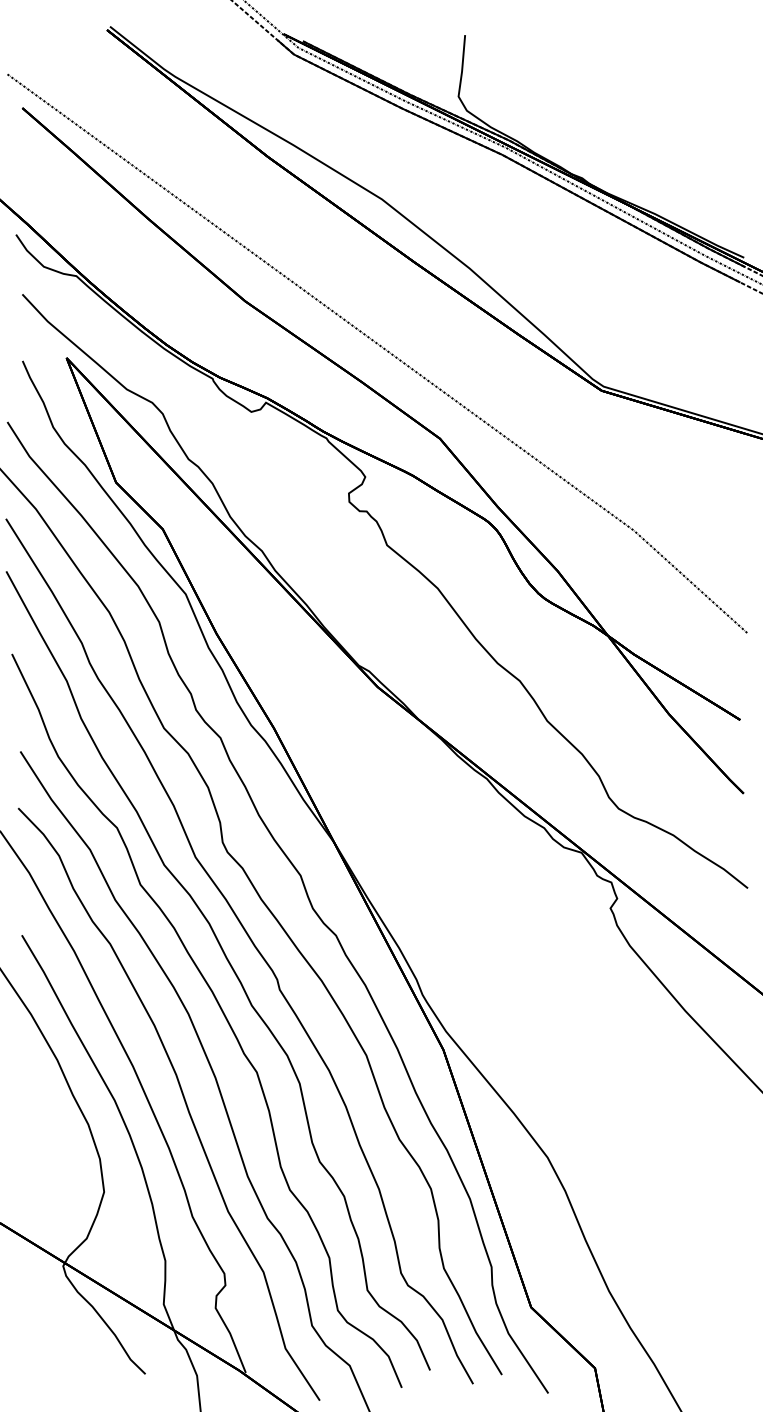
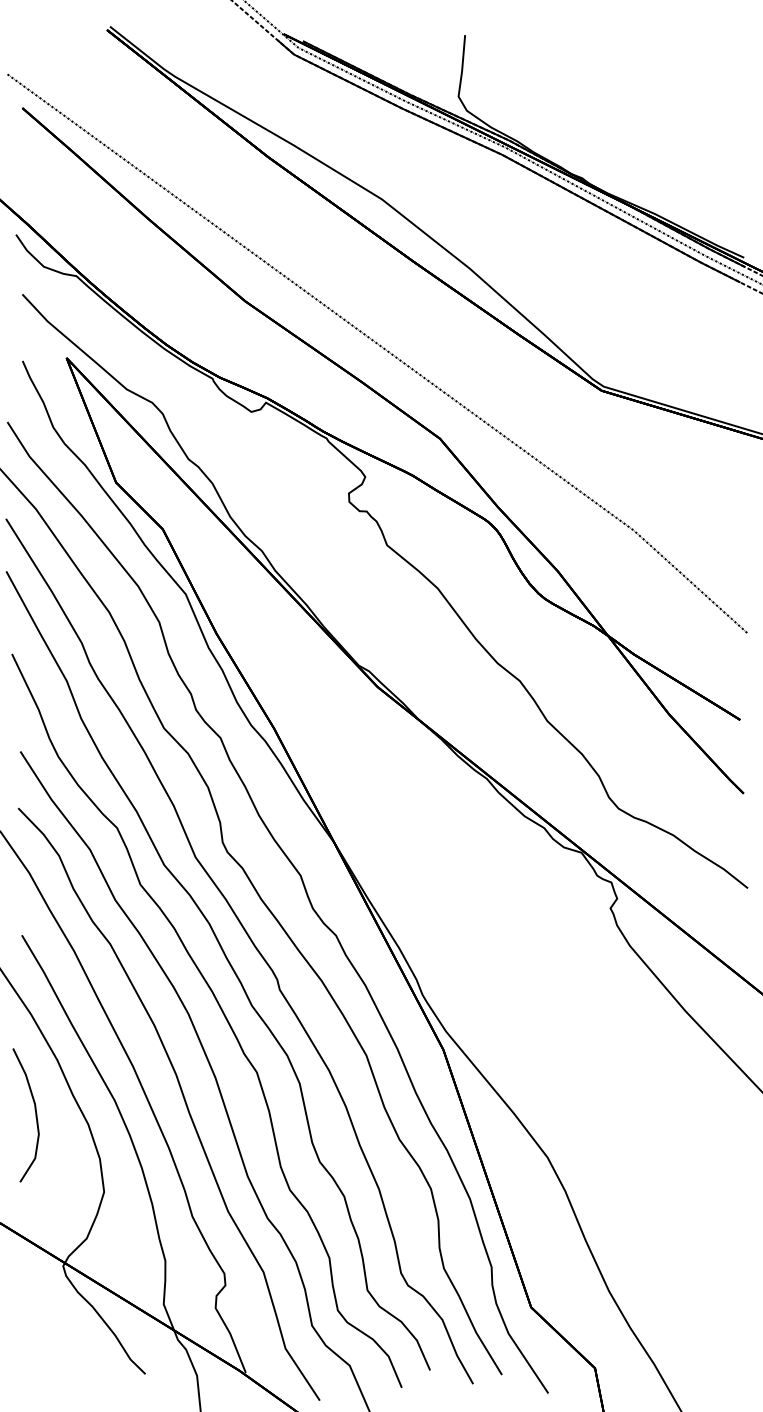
curve at (35, 1115): none -> present
